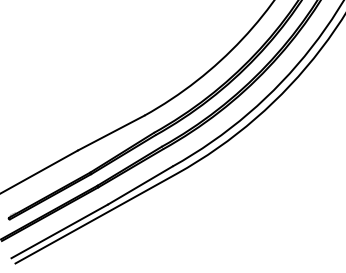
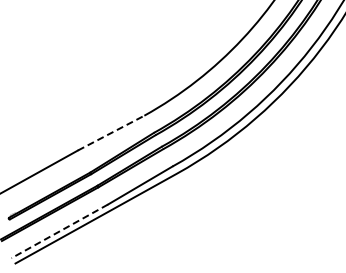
line at (111, 132): solid -> dashed
line at (59, 231): solid -> dashed
